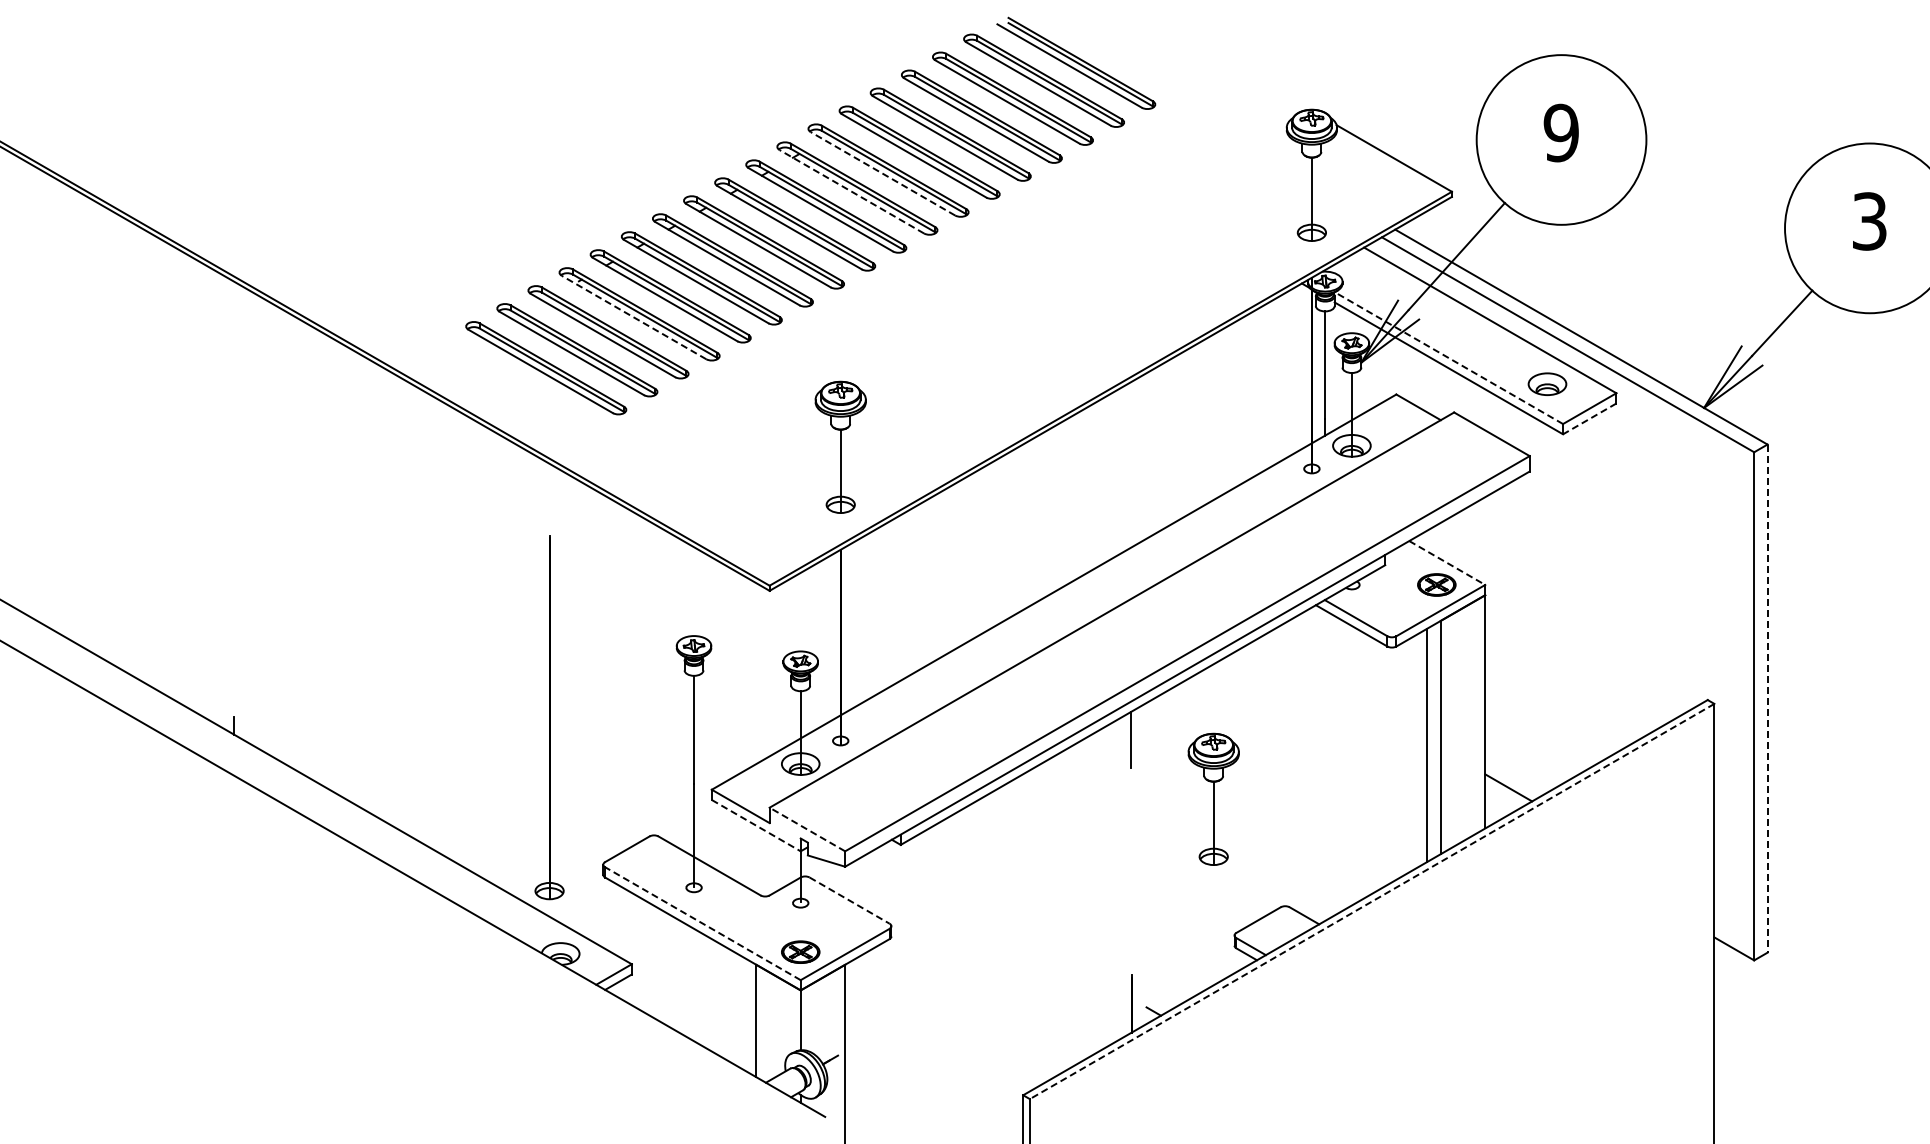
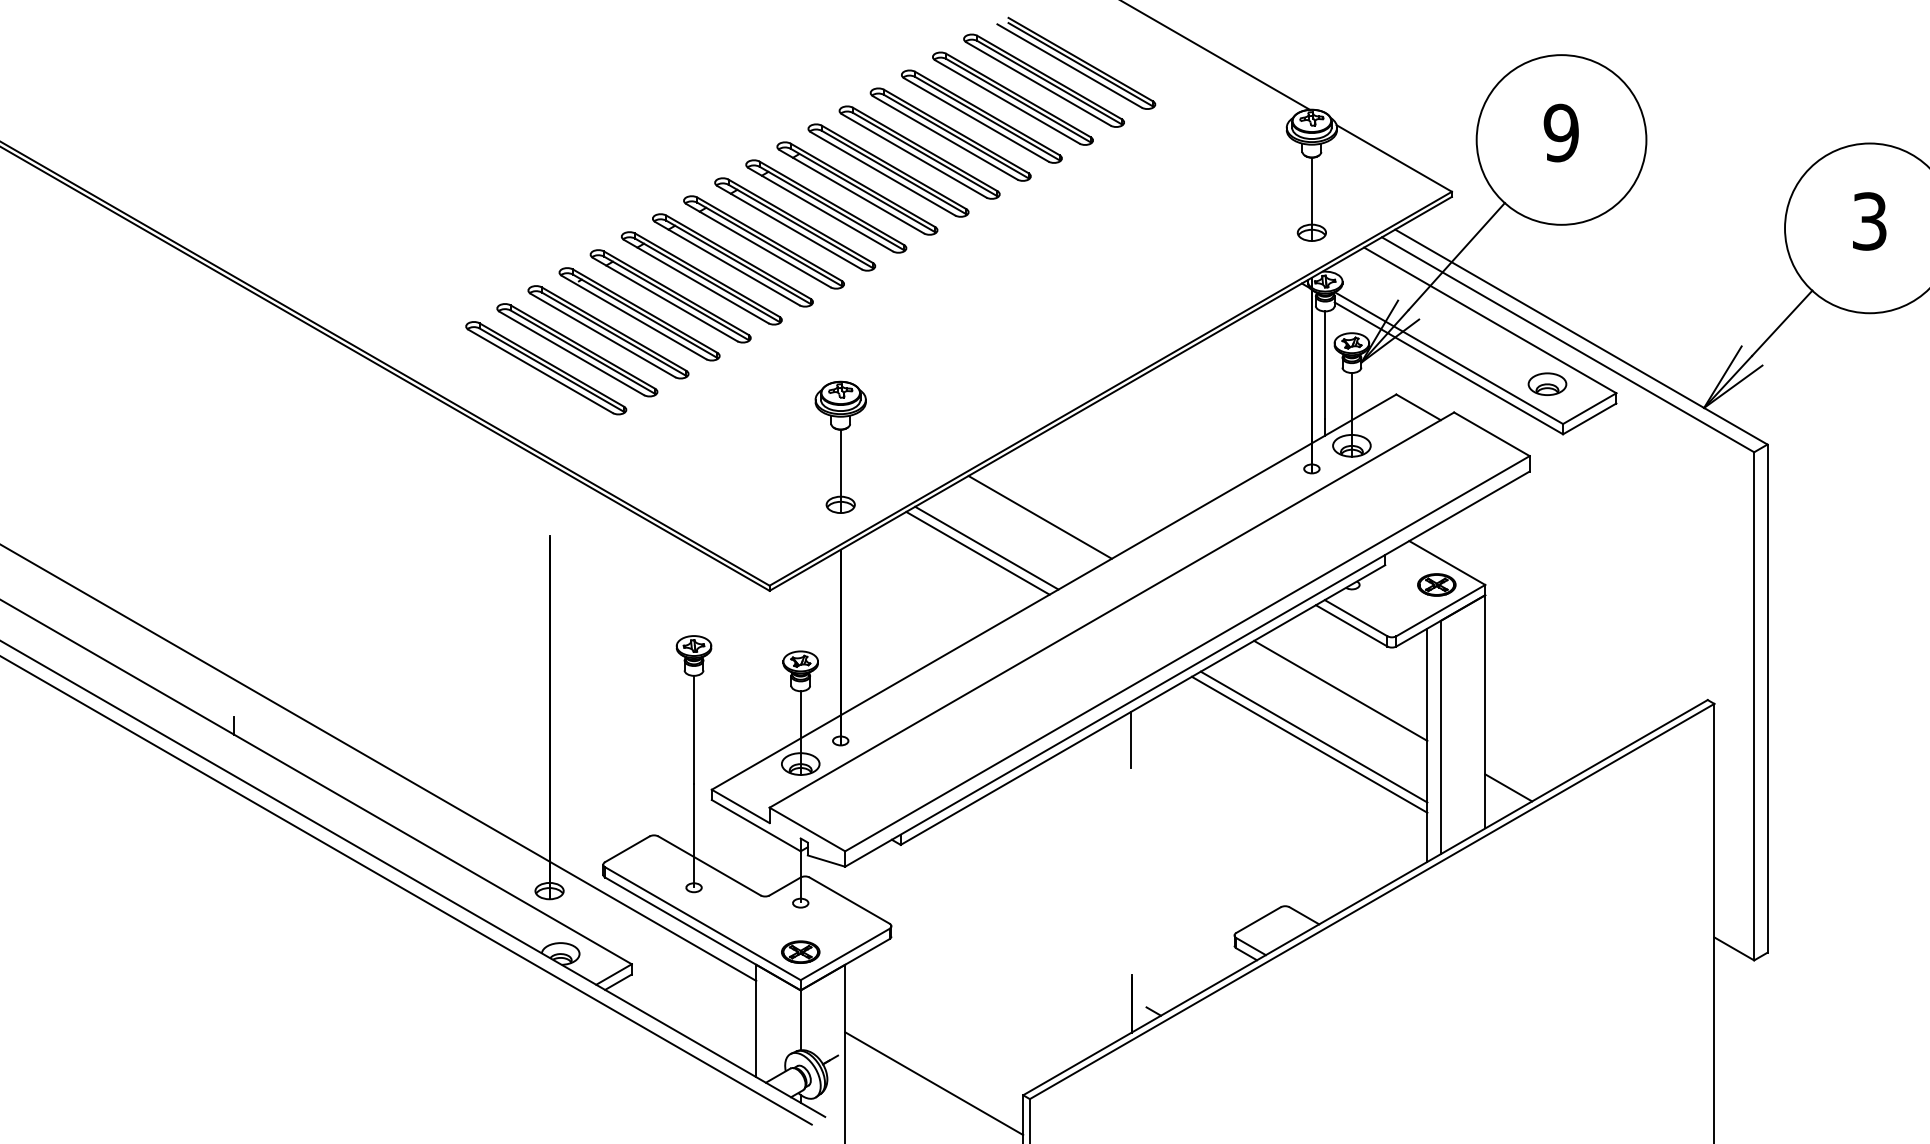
line at (1216, 55): none -> present
line at (882, 173): dashed -> solid
line at (851, 191): dashed -> solid
line at (633, 317): dashed -> solid
line at (1448, 358): dashed -> solid
line at (1589, 418): dashed -> solid
line at (1039, 517): none -> present
line at (986, 547): none -> present
line at (977, 552): none -> present
line at (1447, 563): dashed -> solid
line at (1340, 690): none -> present
line at (1767, 699): dashed -> solid
line at (1313, 736): none -> present
line at (1309, 744): none -> present
line at (379, 762): none -> present
part at (1213, 798): present -> none
line at (756, 825): dashed -> solid
line at (807, 829): dashed -> solid
line at (406, 890): none -> present
line at (850, 900): dashed -> solid
line at (1371, 901): dashed -> solid
line at (702, 923): dashed -> solid
line at (934, 1083): none -> present
